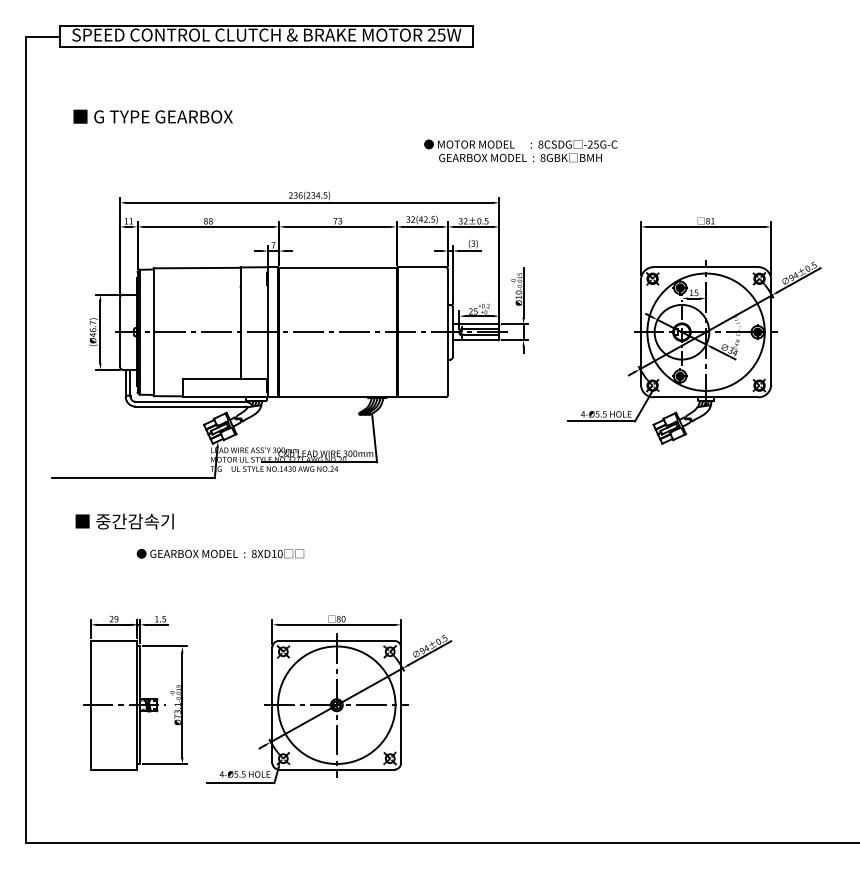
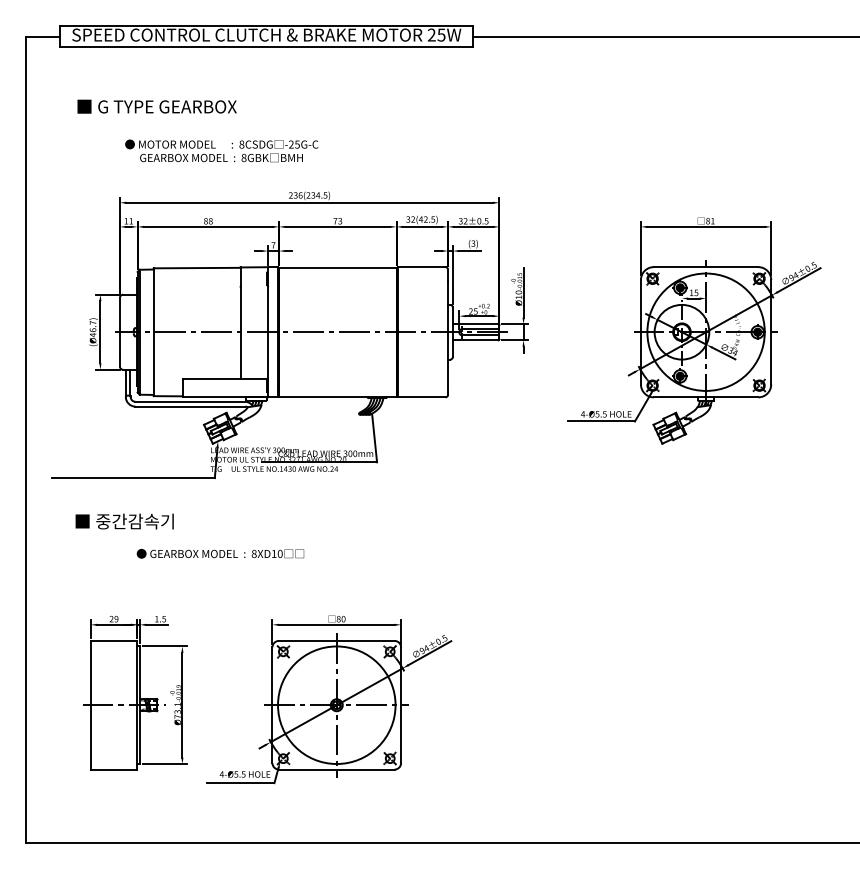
line at (664, 36): none -> present
text at (152, 116) position: (152, 116) -> (156, 106)
text at (520, 150) position: (520, 150) -> (221, 150)
